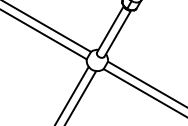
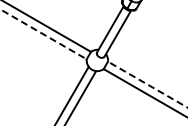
line at (43, 34): solid -> dashed
line at (147, 84): solid -> dashed
